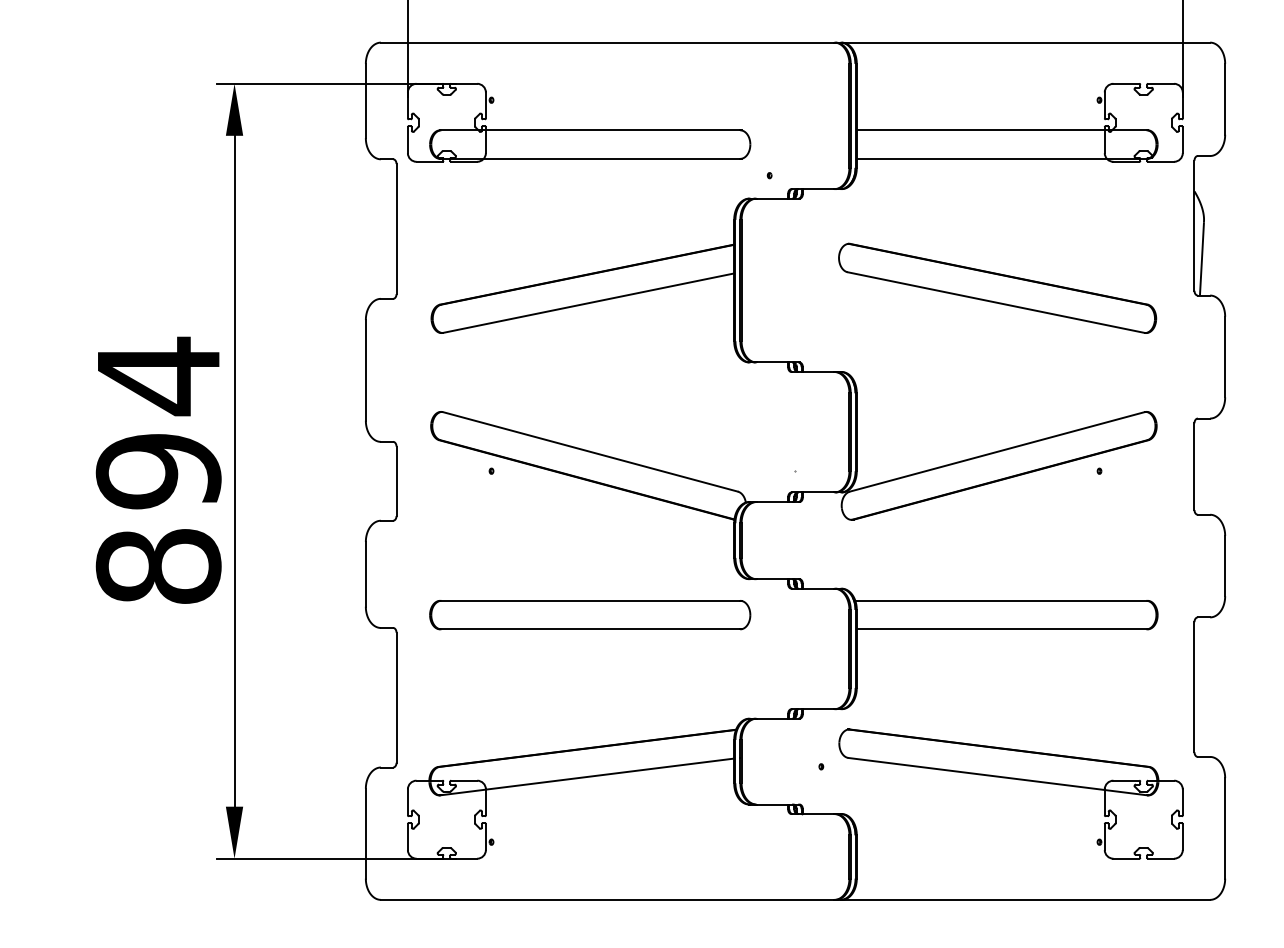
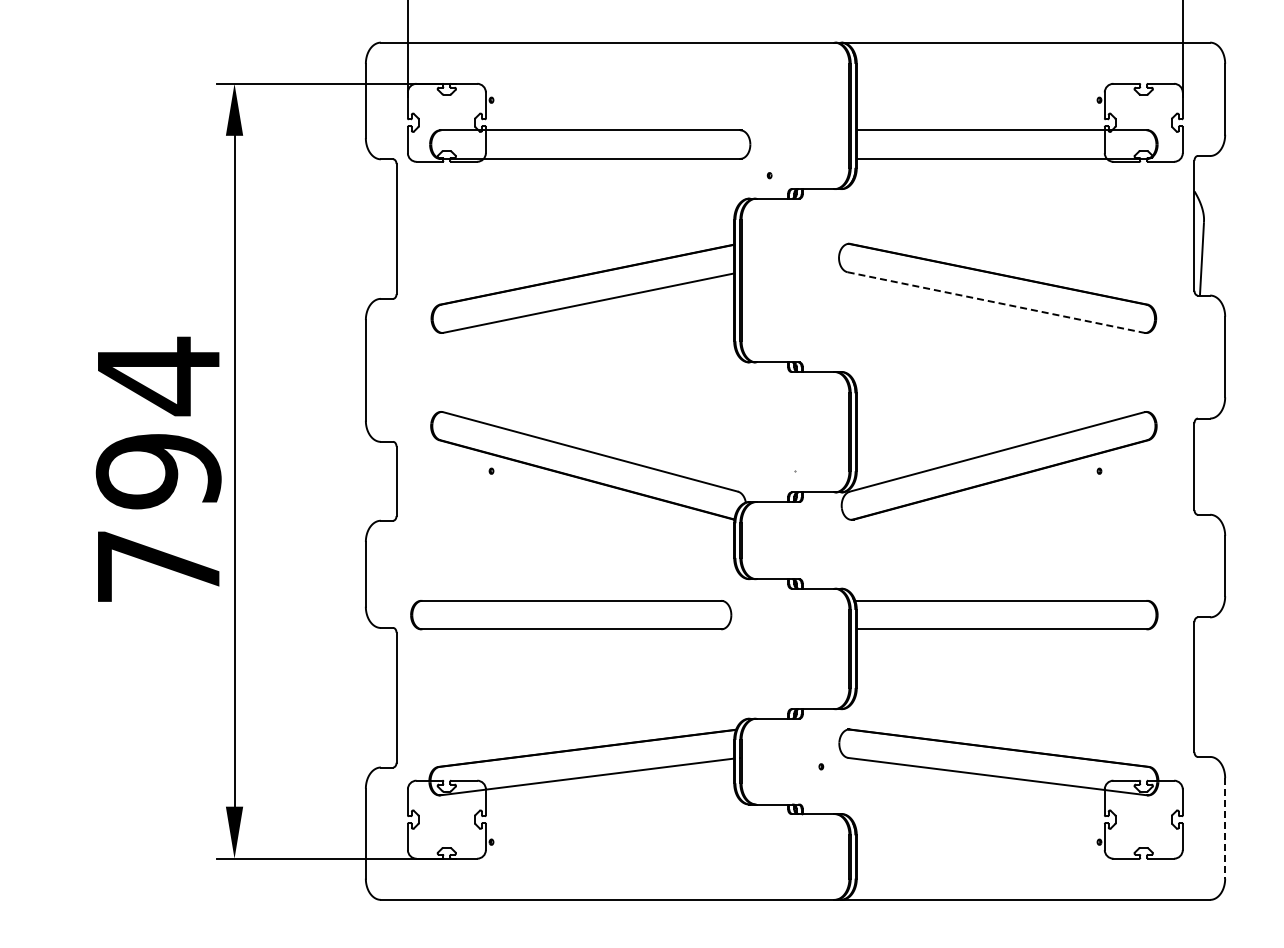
line at (996, 302): solid -> dashed
text at (158, 566): 894 -> 794
part at (590, 615) position: (590, 615) -> (571, 615)
line at (1225, 828): solid -> dashed
